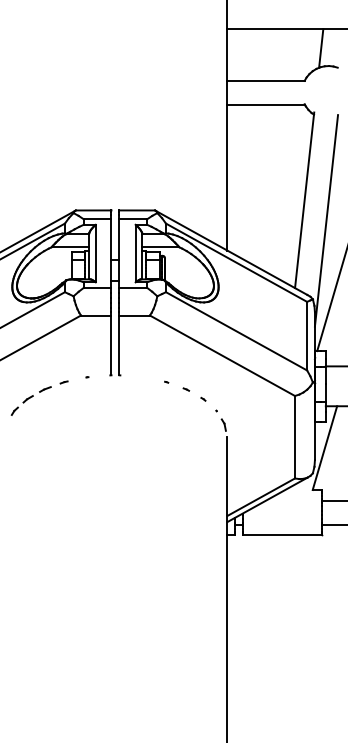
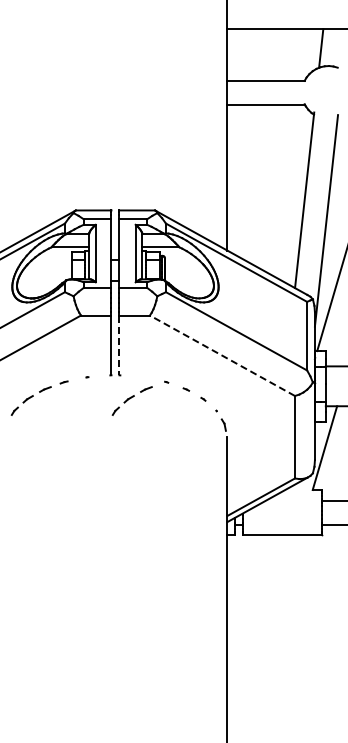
line at (119, 345): solid -> dashed
line at (222, 355): solid -> dashed
part at (131, 400): none -> present
